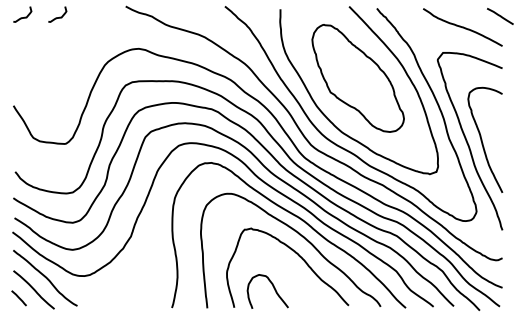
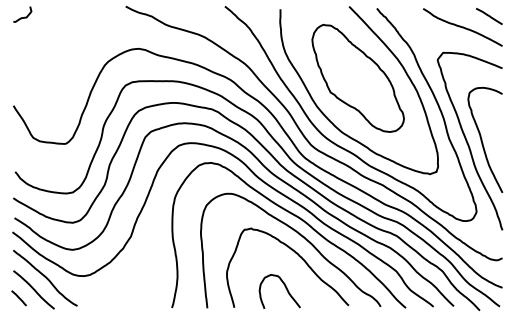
curve at (59, 16): present -> none
line at (500, 16) position: (500, 16) -> (489, 16)
curve at (273, 288) position: (273, 288) -> (285, 288)
